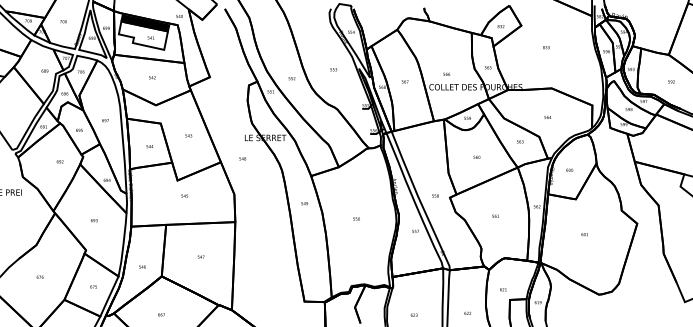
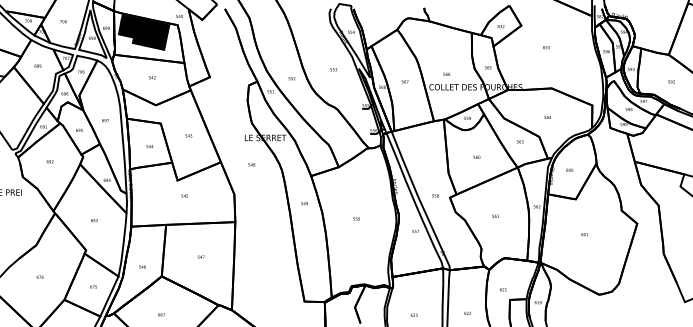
fill at (142, 35): none -> present
text at (44, 70) position: (44, 70) -> (37, 65)
text at (242, 158) position: (242, 158) -> (251, 164)
text at (59, 161) position: (59, 161) -> (49, 161)
